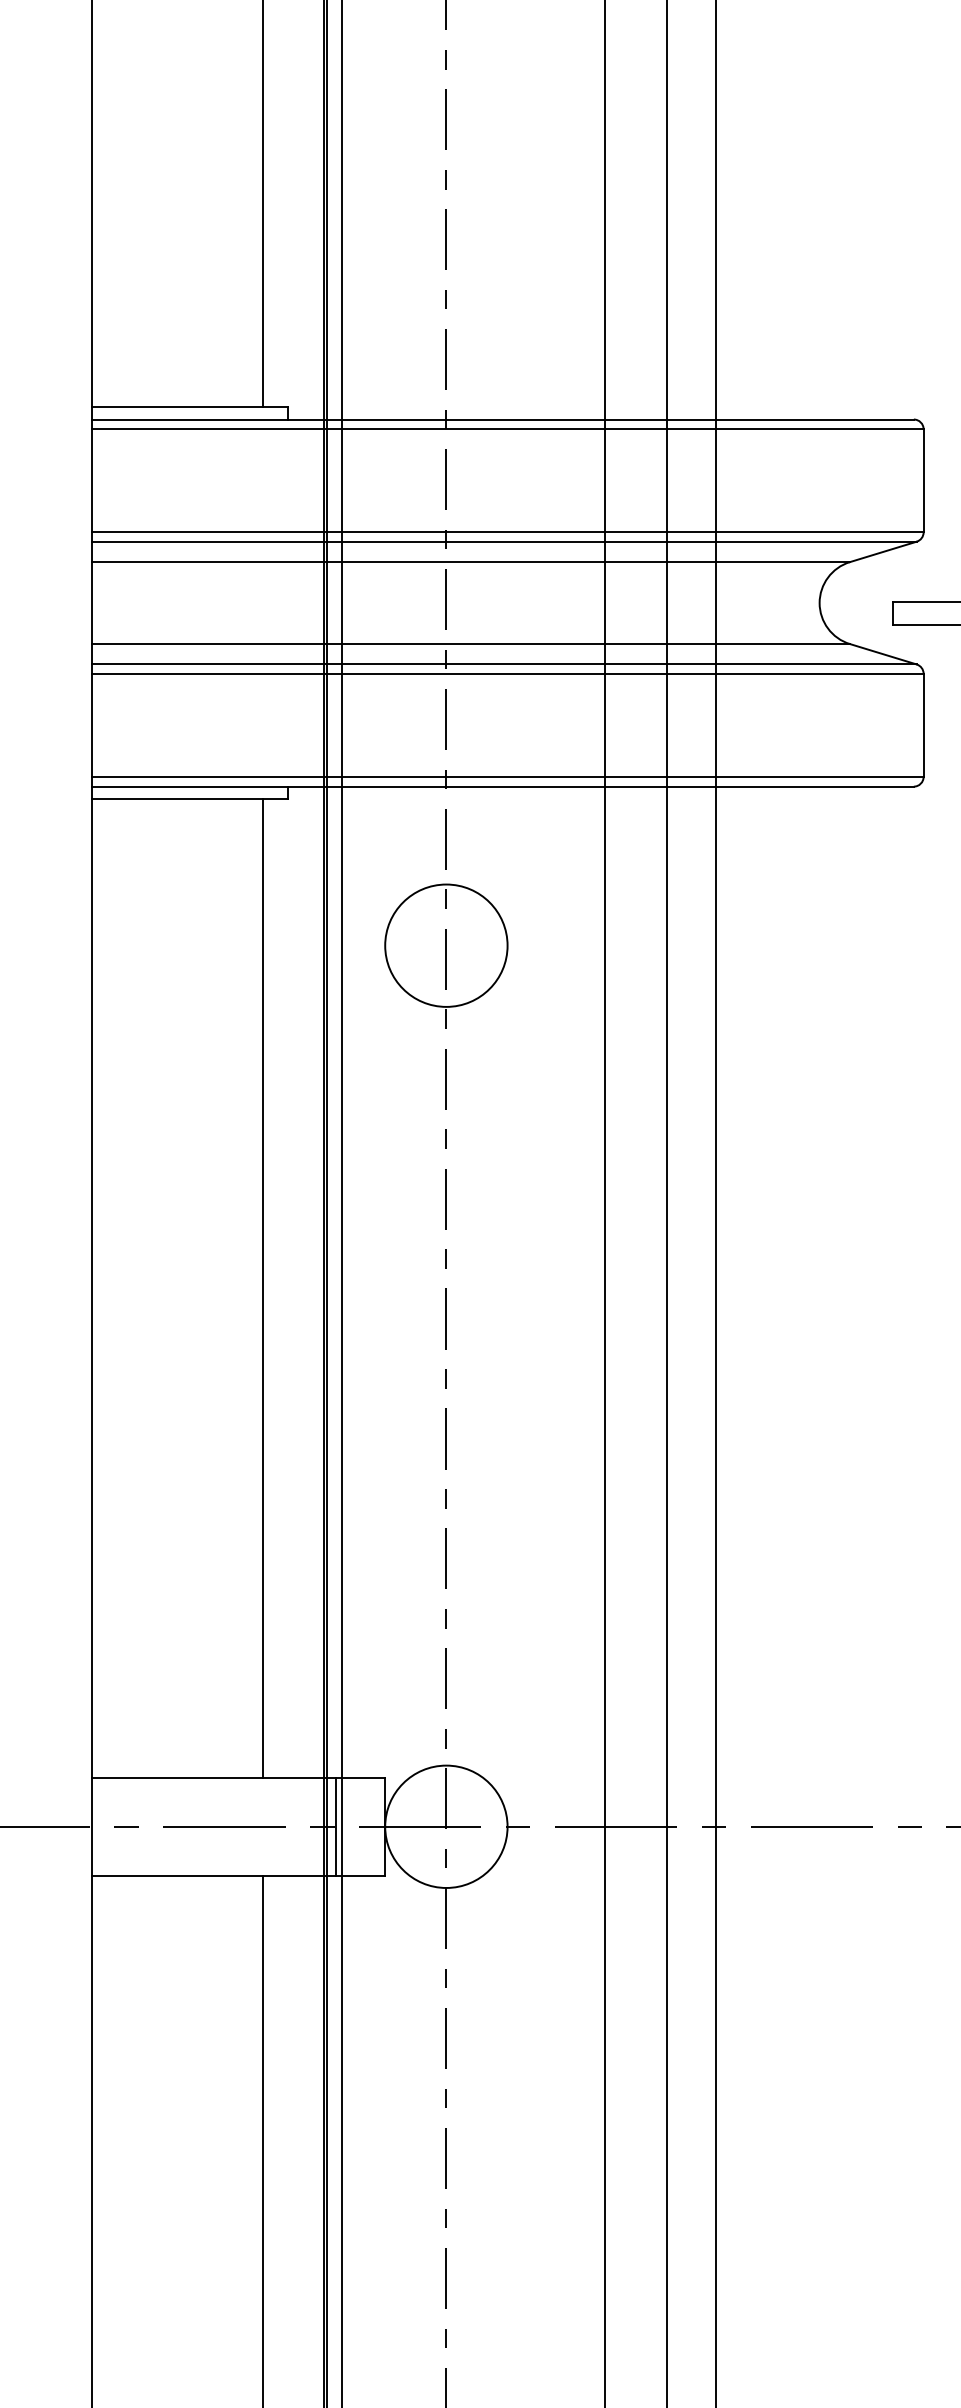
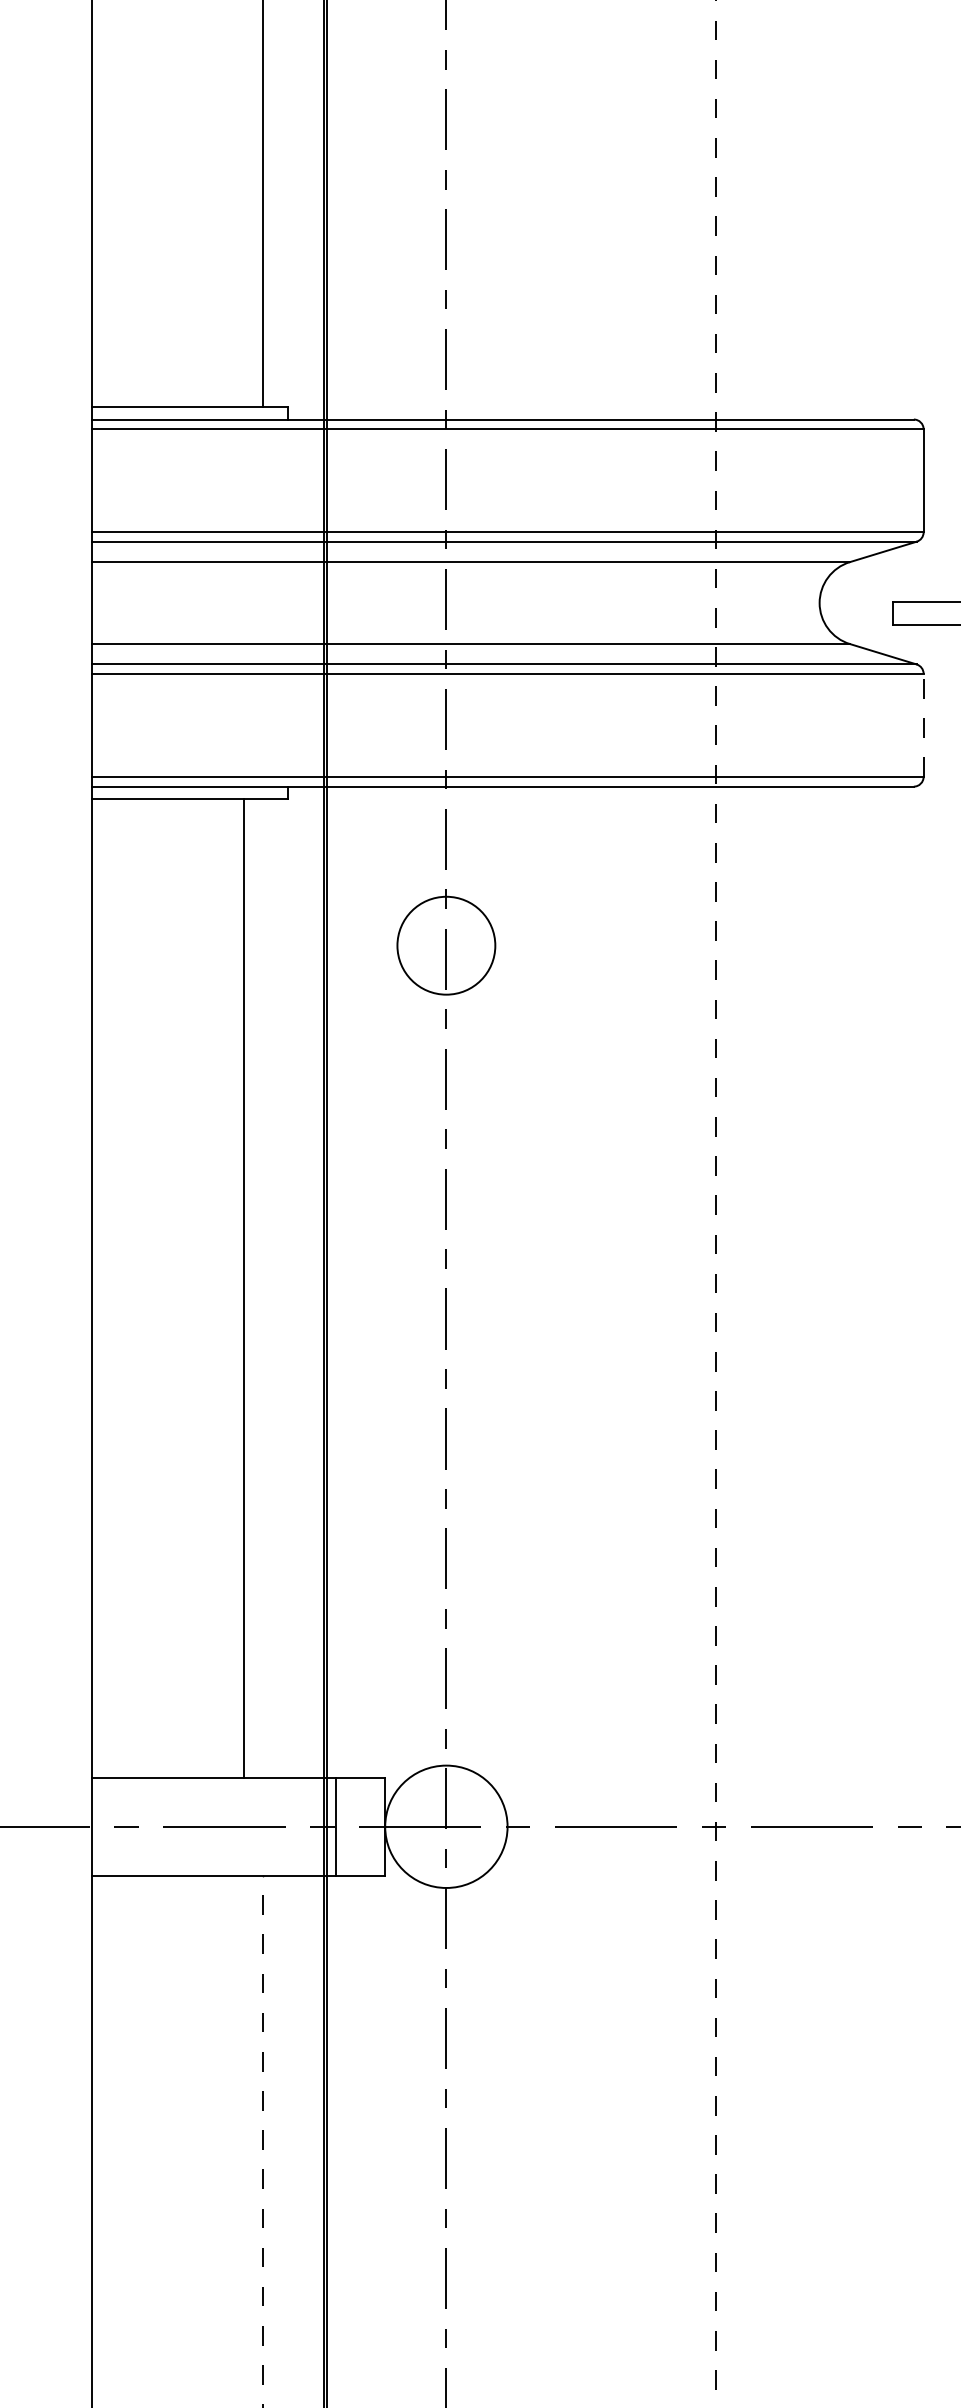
line at (923, 725): solid -> dashed
circle at (446, 945) diameter: 122 px -> 98 px
line at (341, 1203): present -> none
line at (605, 1203): present -> none
line at (666, 1203): present -> none
line at (715, 1203): solid -> dashed
line at (262, 1287) position: (262, 1287) -> (243, 1287)
line at (262, 2141): solid -> dashed
